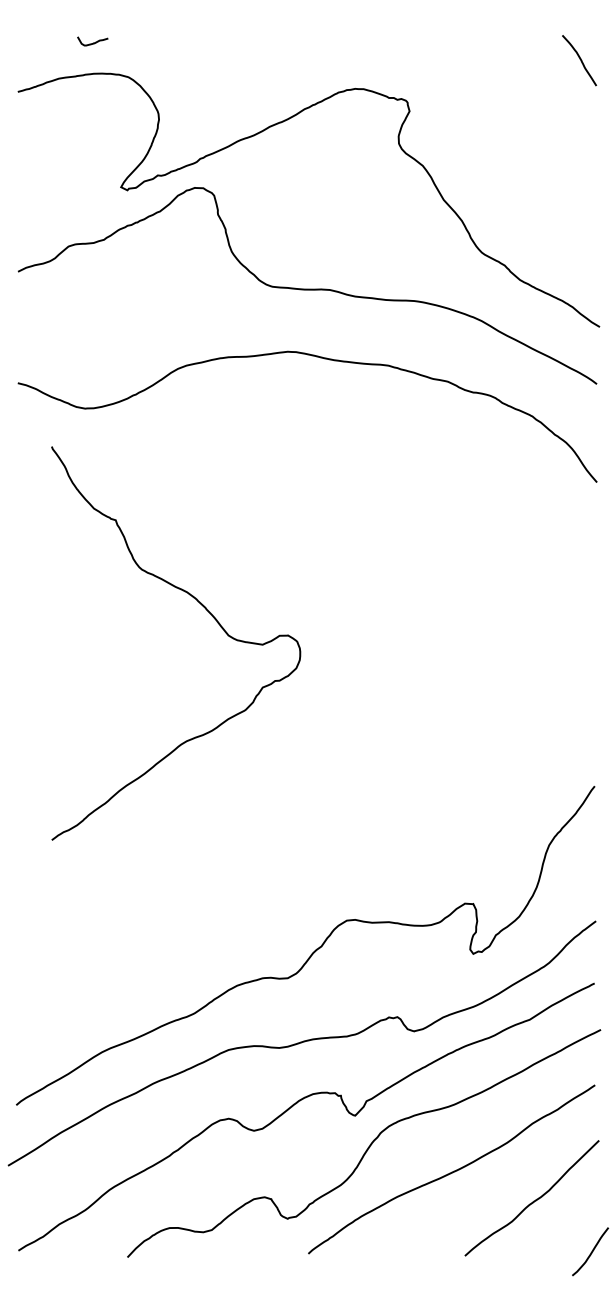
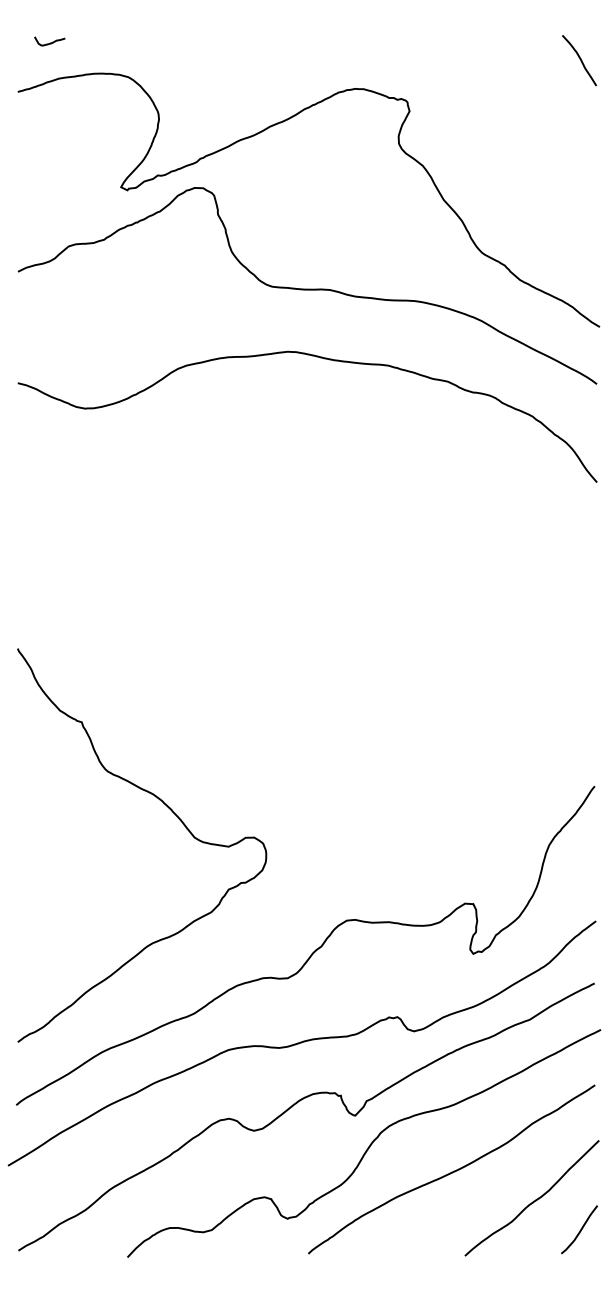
curve at (93, 42) position: (93, 42) -> (50, 42)
curve at (212, 617) position: (212, 617) -> (178, 819)
curve at (591, 1251) position: (591, 1251) -> (580, 1229)
